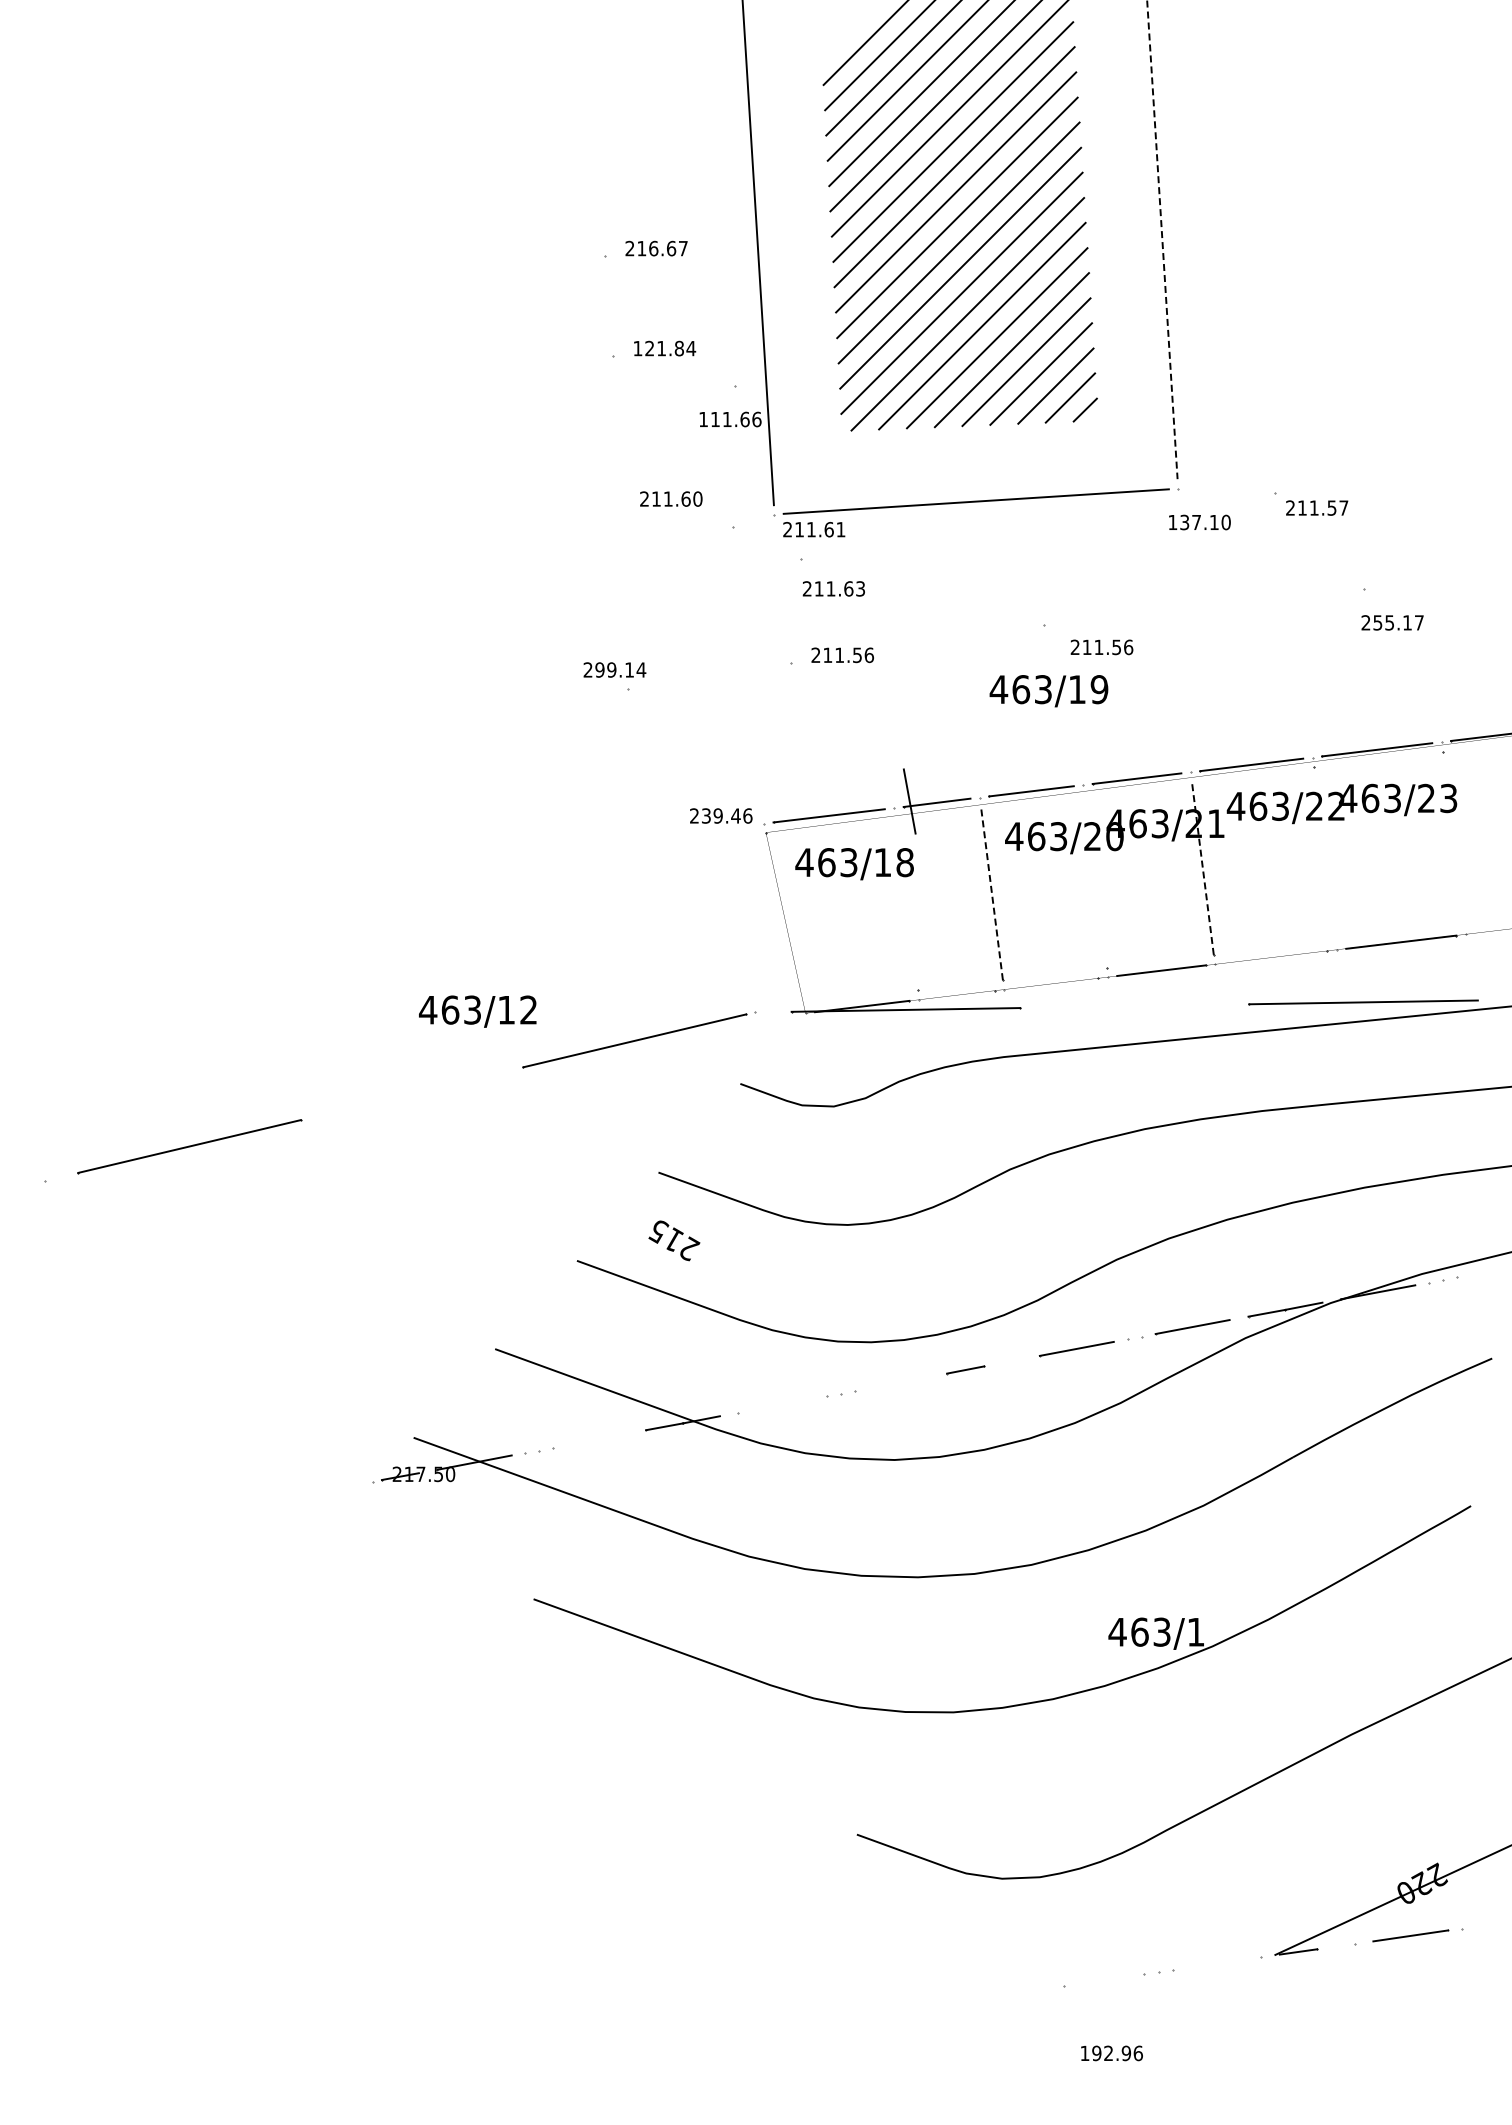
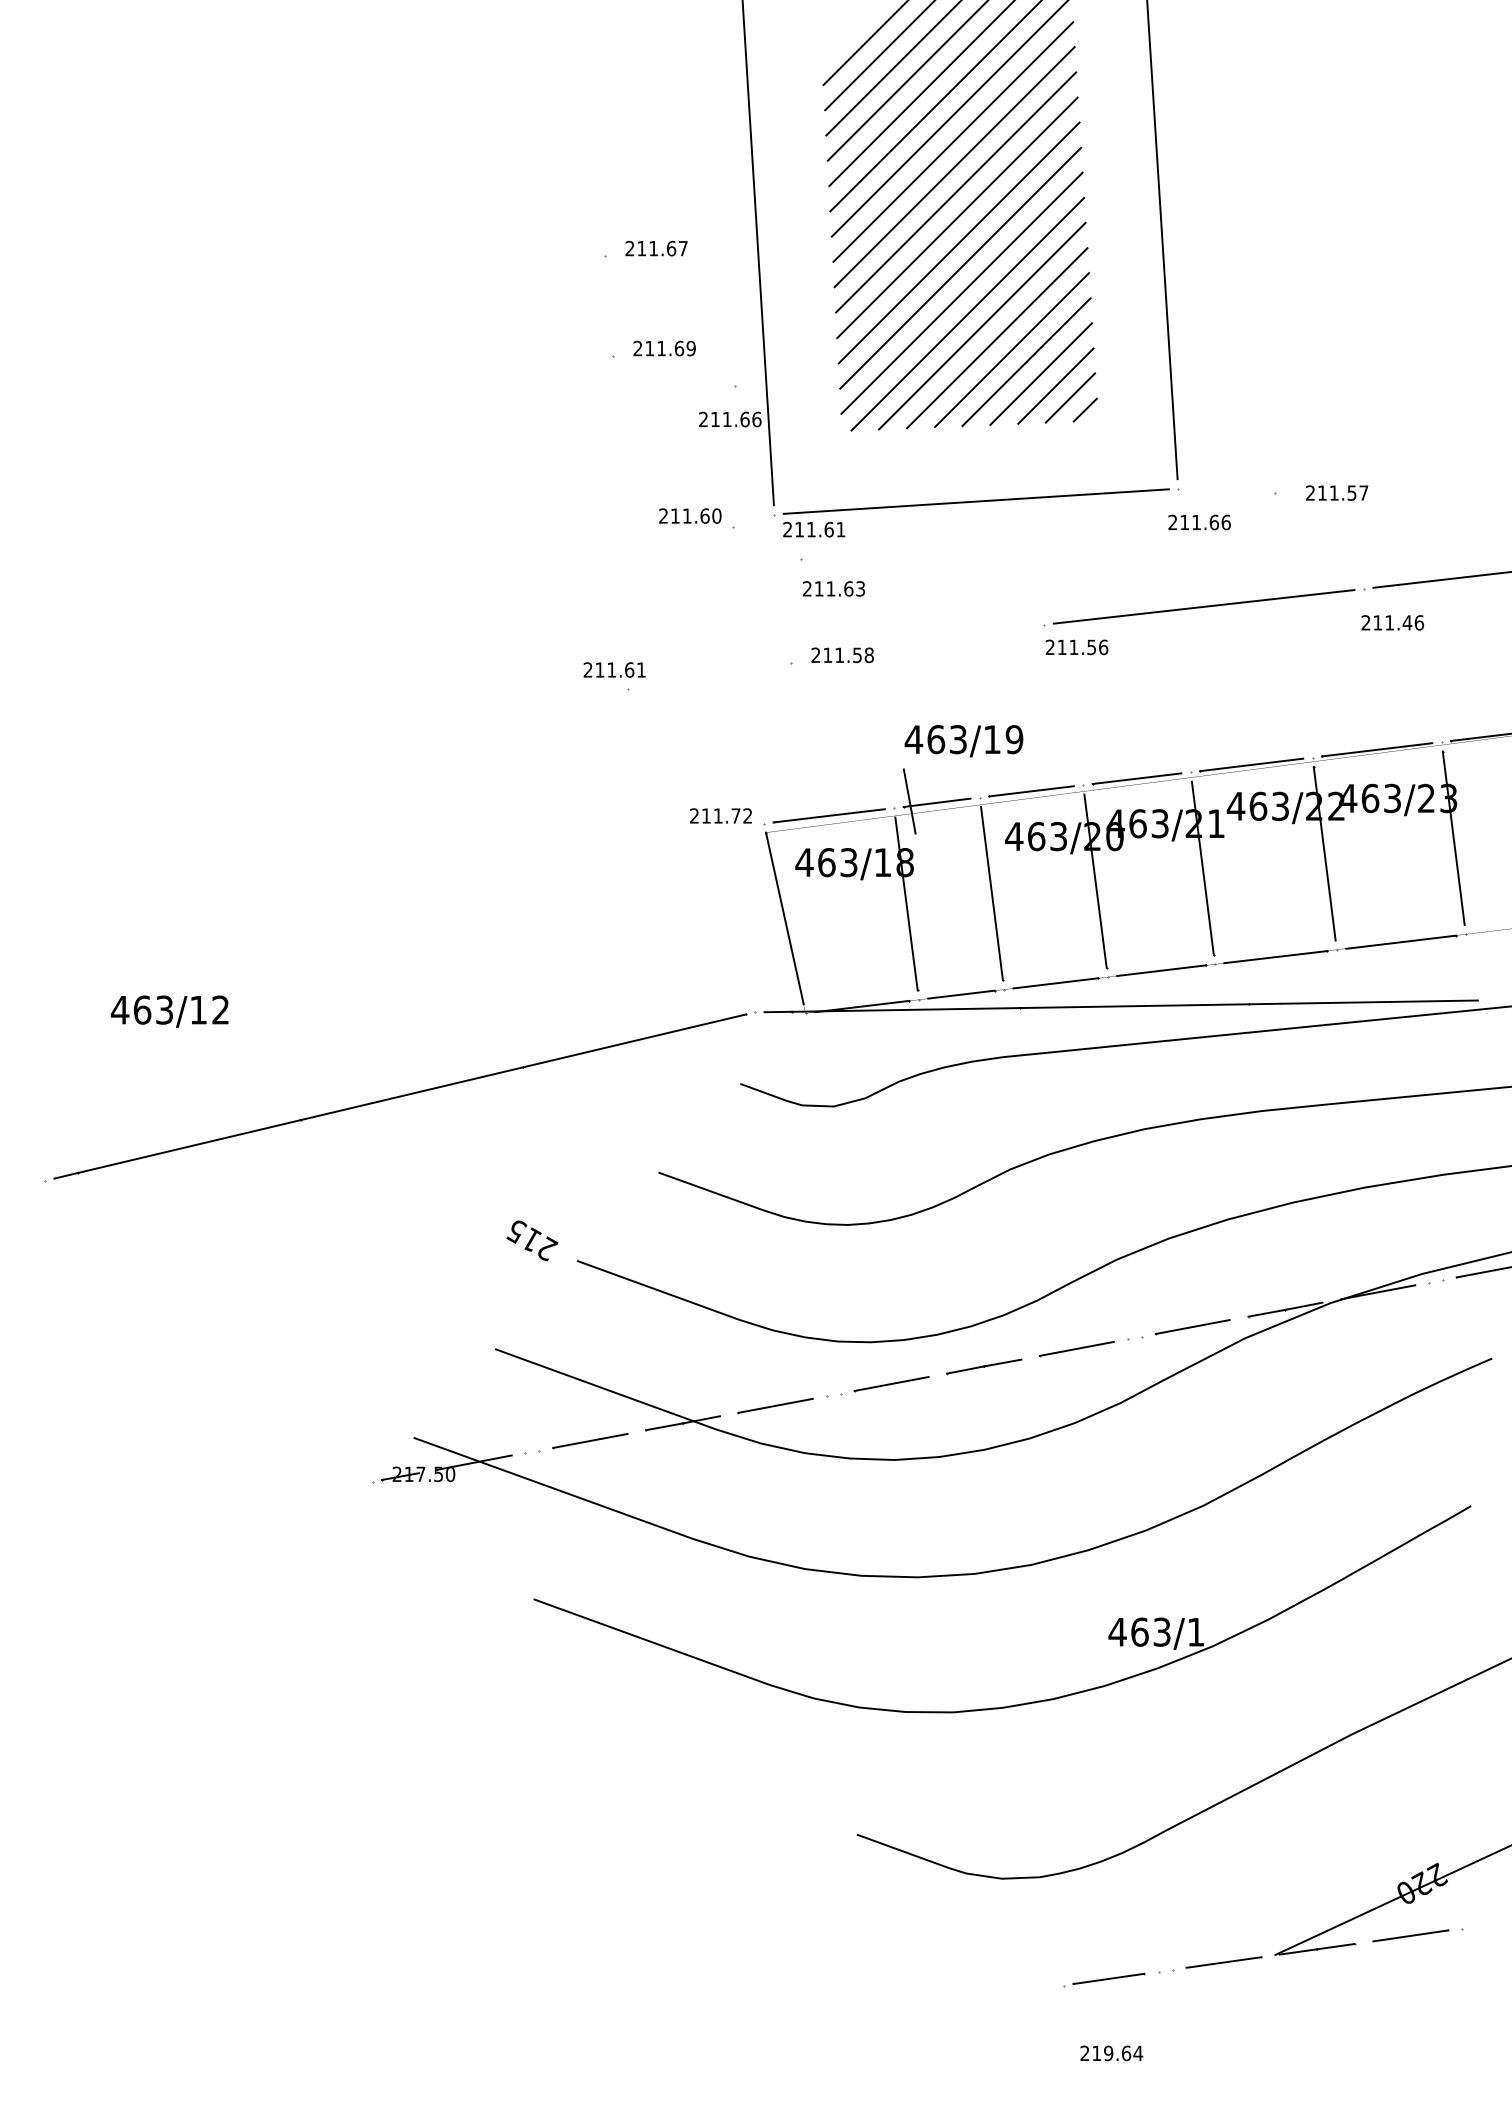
line at (1162, 239): dashed -> solid
text at (653, 248): 216.67 -> 211.67
text at (664, 348): 121.84 -> 211.69
text at (703, 418): 111.66 -> 211.66
text at (671, 498) position: (671, 498) -> (690, 515)
text at (1317, 507) position: (1317, 507) -> (1337, 492)
text at (1199, 522): 137.10 -> 211.66
line at (1440, 579): none -> present
line at (1203, 606): none -> present
text at (1398, 622): 255.17 -> 211.46
text at (1101, 647) position: (1101, 647) -> (1076, 647)
text at (868, 654): 211.56 -> 211.58
text at (620, 669): 299.14 -> 211.61
text at (1048, 691) position: (1048, 691) -> (963, 741)
text at (727, 815): 239.46 -> 211.72
line at (1453, 838): none -> present
line at (1324, 853): none -> present
line at (1202, 867): dashed -> solid
line at (1095, 880): none -> present
line at (991, 893): dashed -> solid
line at (906, 903): none -> present
line at (784, 918): none -> present
line at (1275, 957): none -> present
line at (1055, 983): none -> present
line at (961, 994): none -> present
line at (1134, 1006): none -> present
text at (477, 1011) position: (477, 1011) -> (169, 1011)
line at (777, 1011): none -> present
line at (411, 1093): none -> present
line at (66, 1175): none -> present
text at (674, 1240) position: (674, 1240) -> (532, 1240)
line at (1482, 1272): none -> present
line at (1002, 1362): none -> present
line at (891, 1383): none -> present
line at (775, 1405): none -> present
line at (590, 1440): none -> present
line at (1335, 1946): none -> present
line at (1223, 1962): none -> present
line at (1108, 1978): none -> present
text at (1111, 2053): 192.96 -> 219.64
